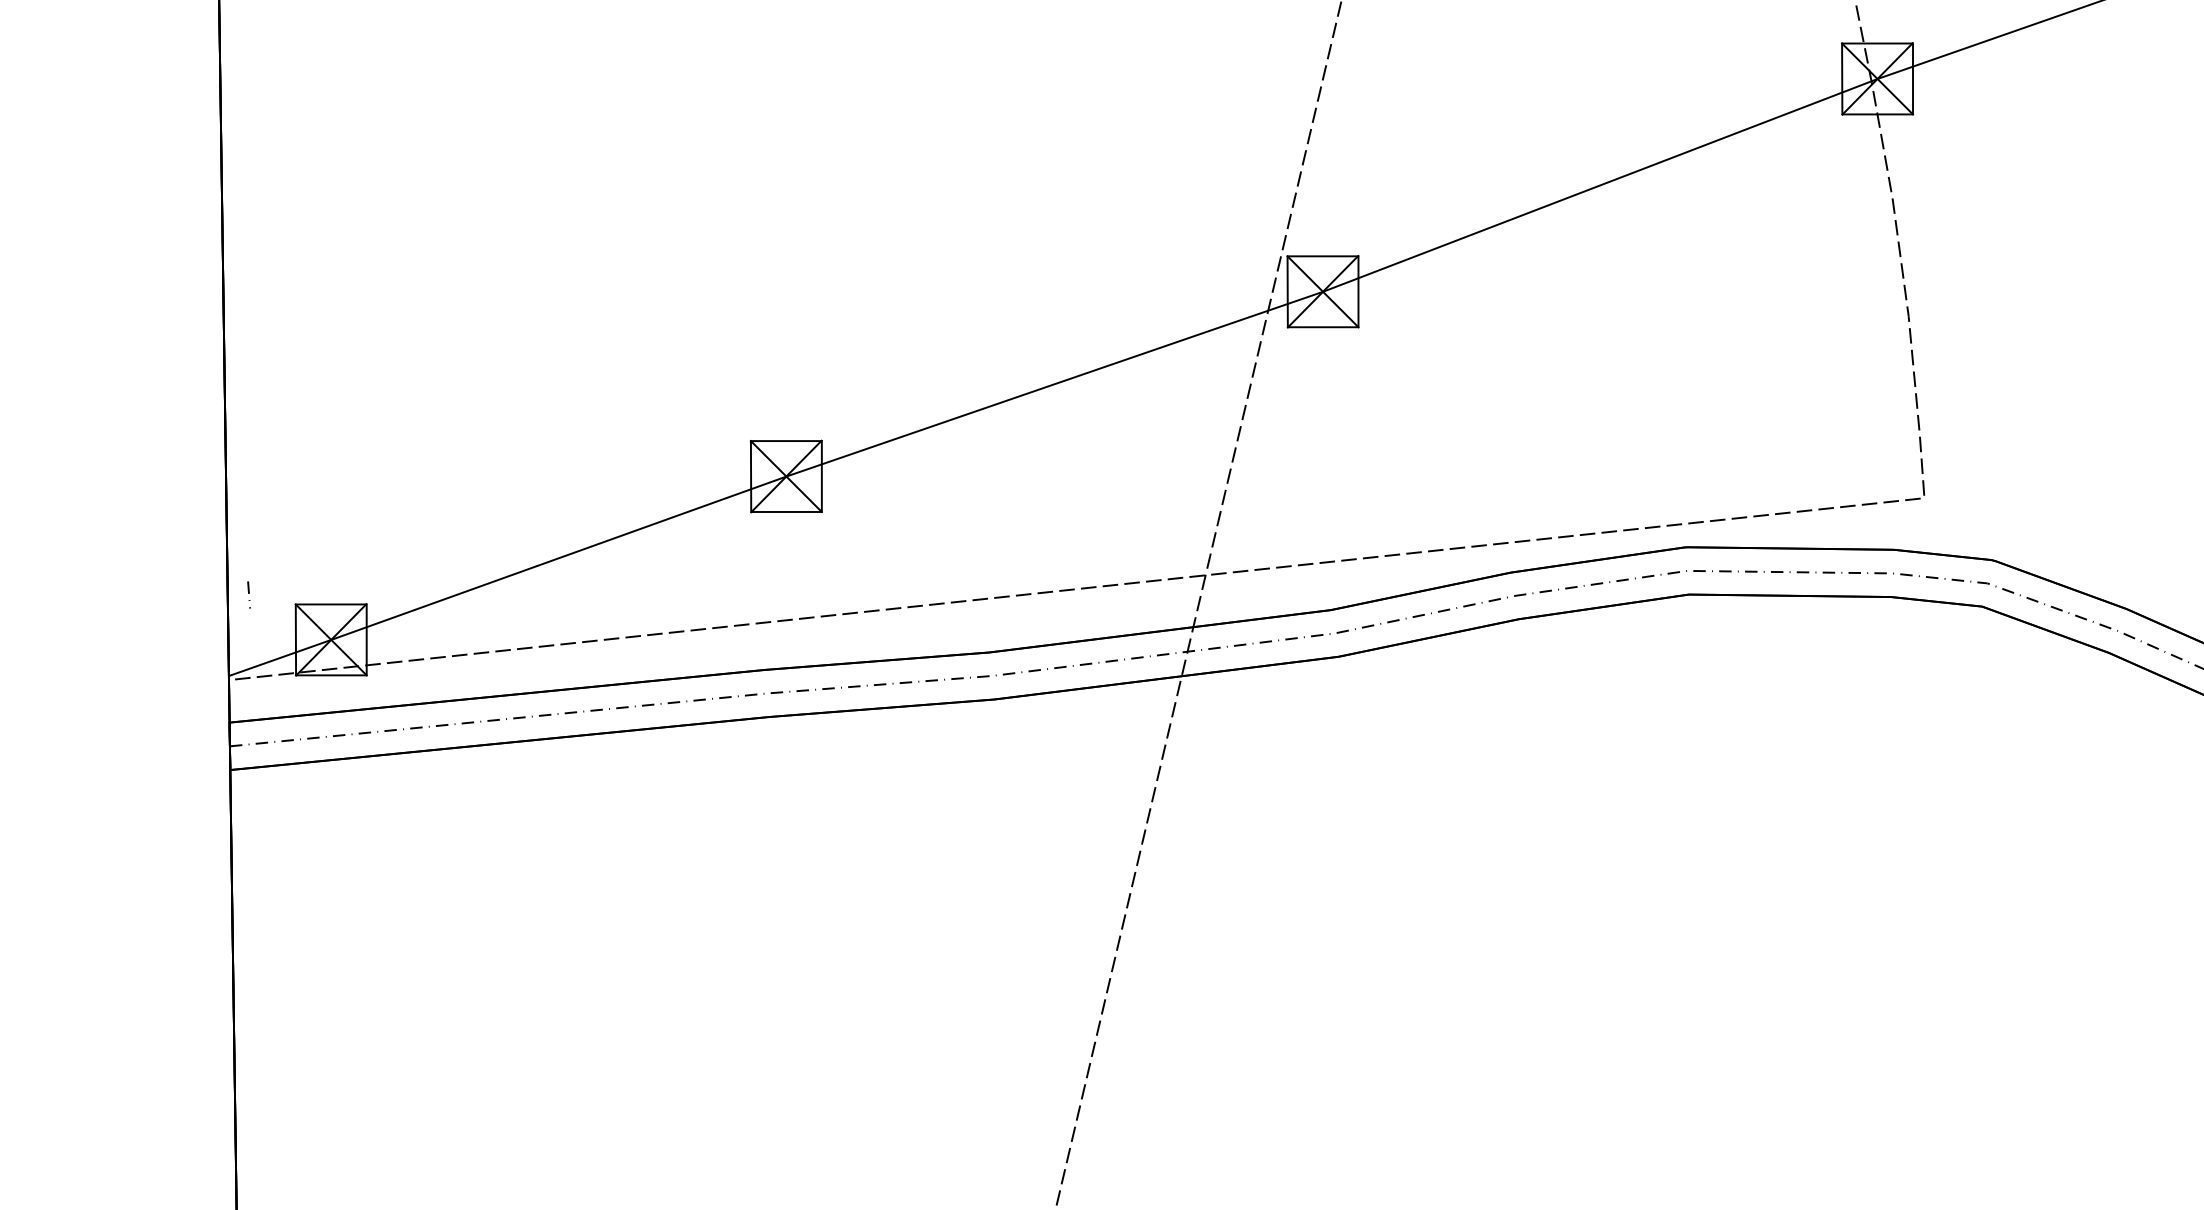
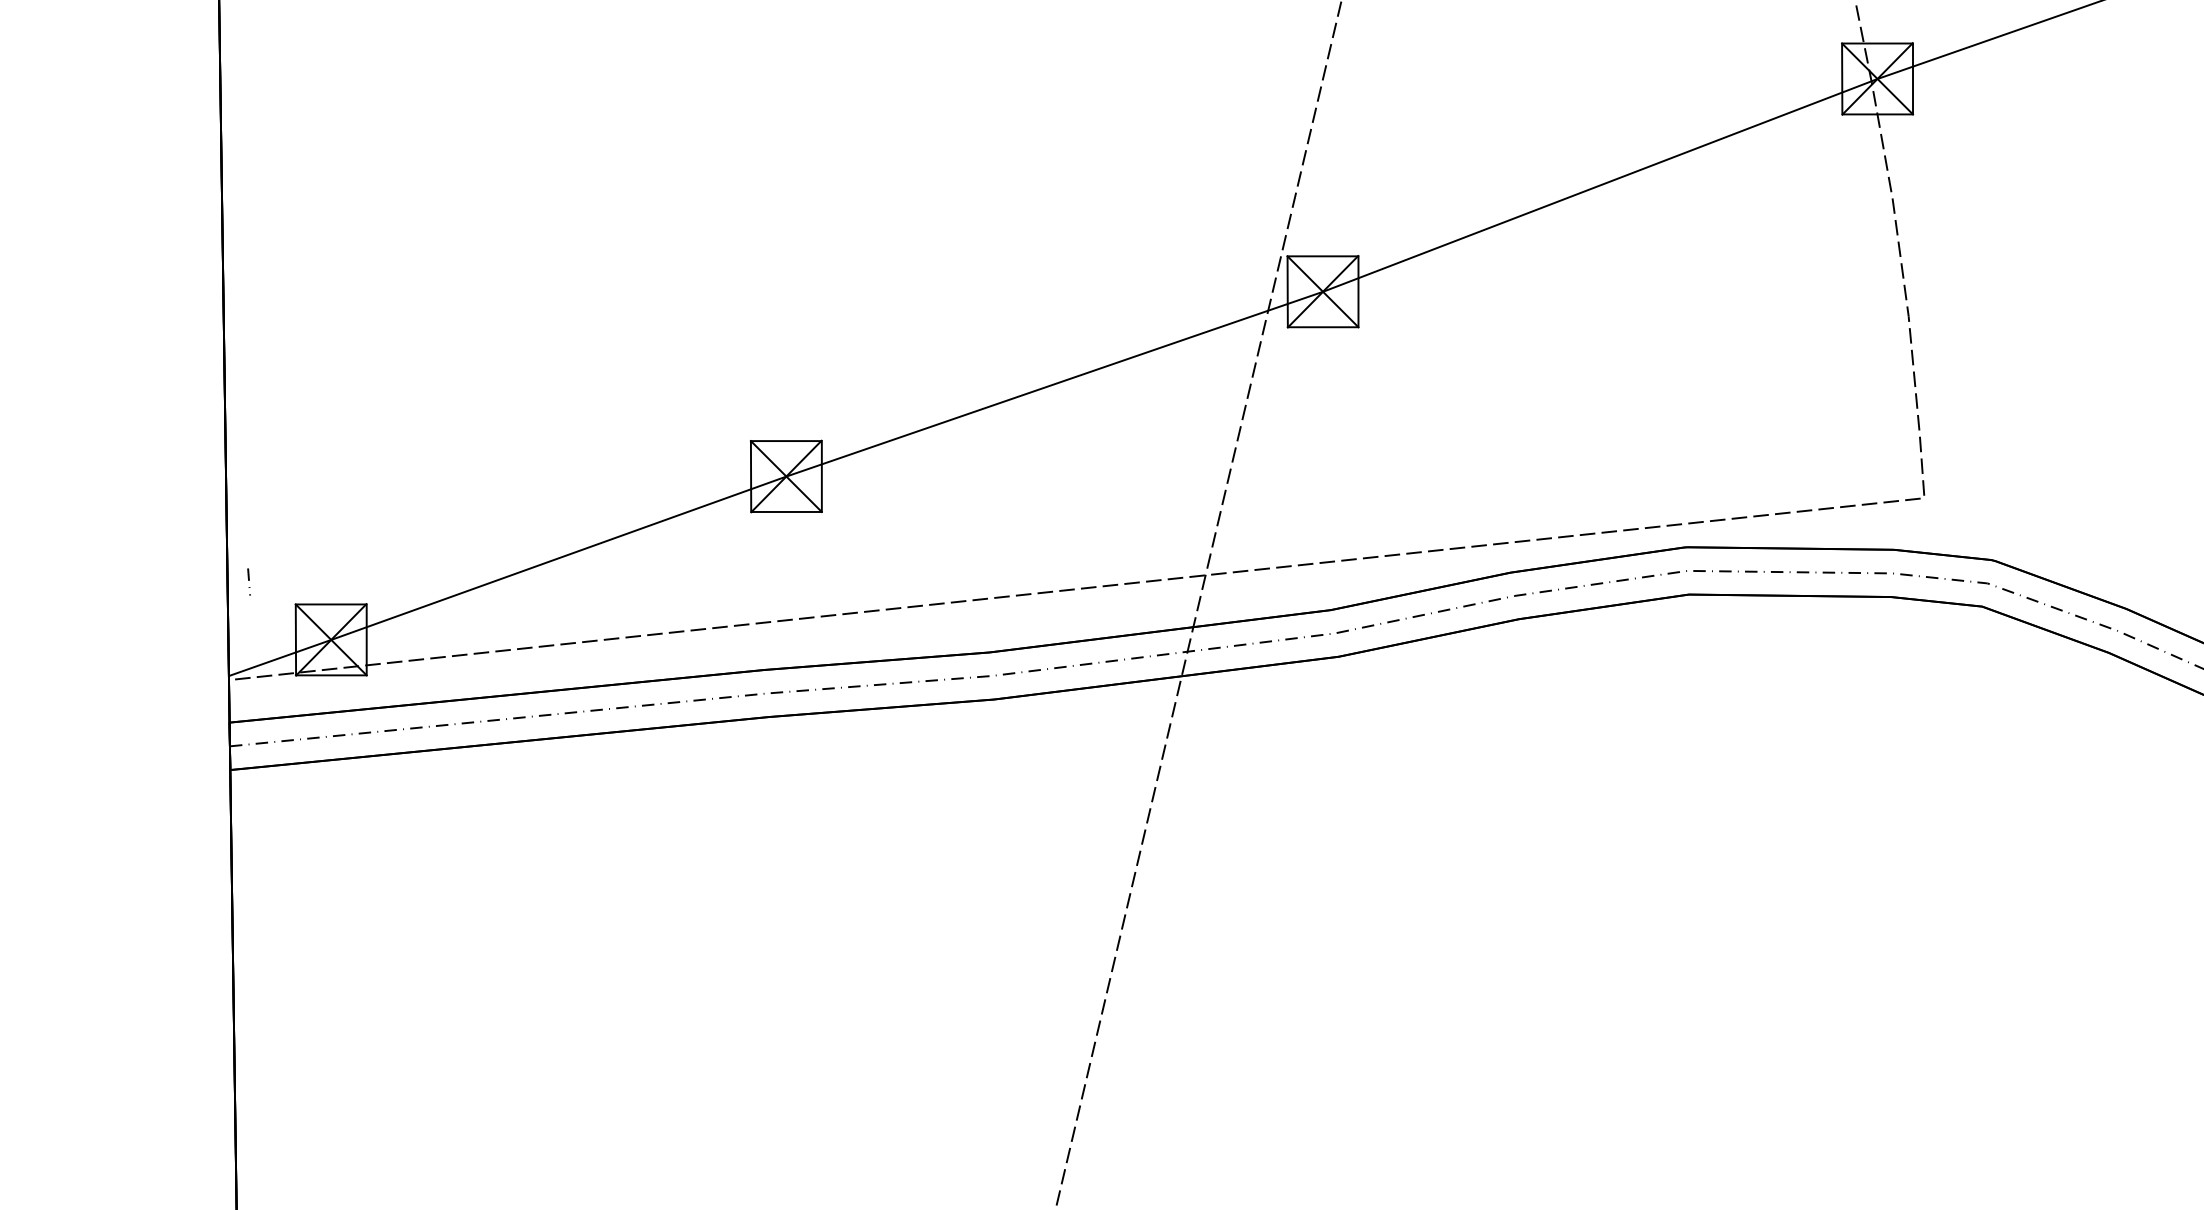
line at (248, 593) position: (248, 593) -> (248, 580)
